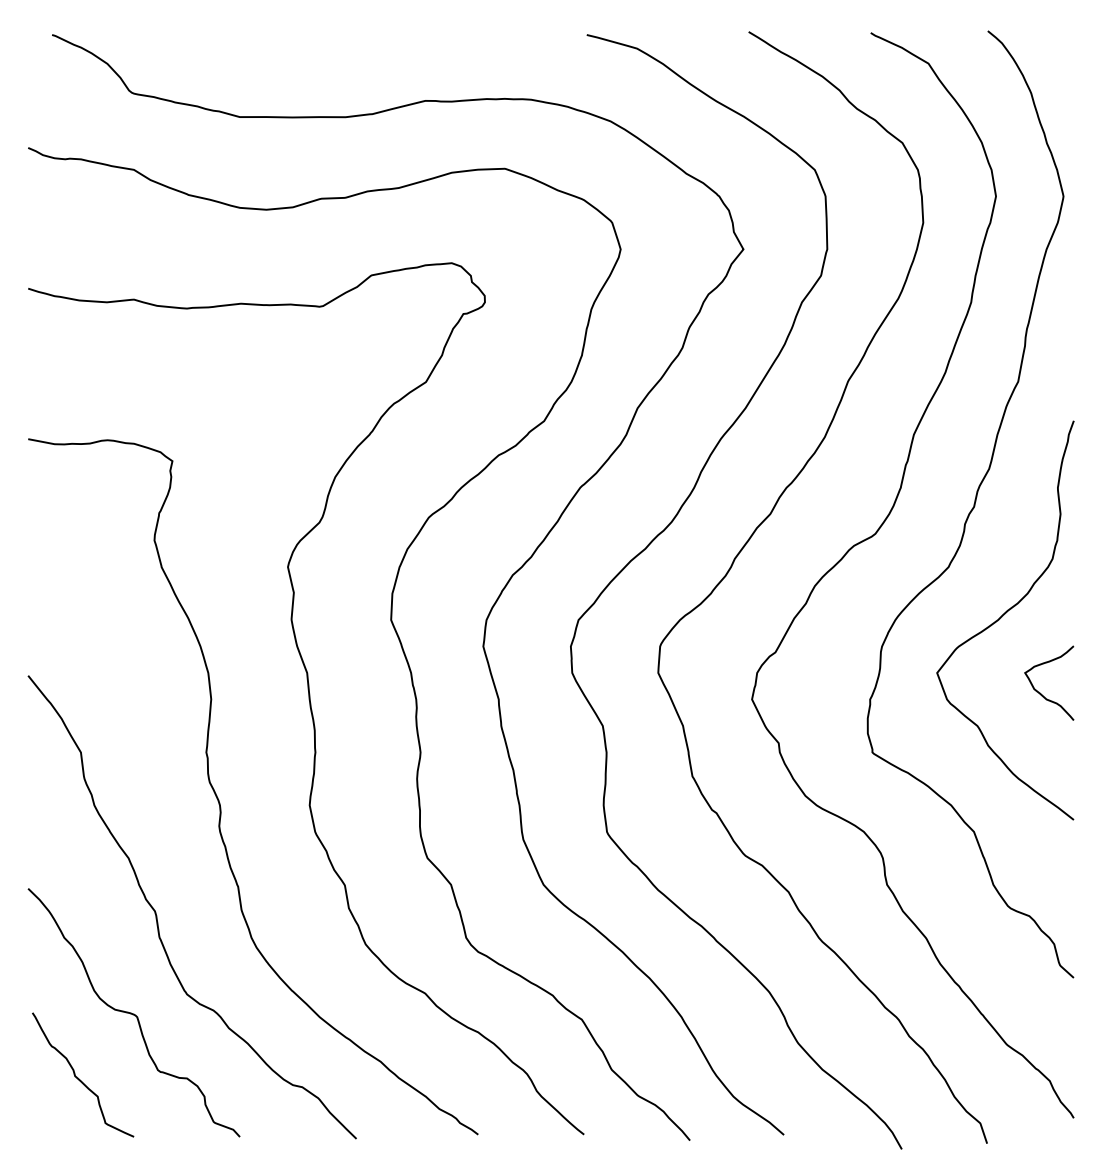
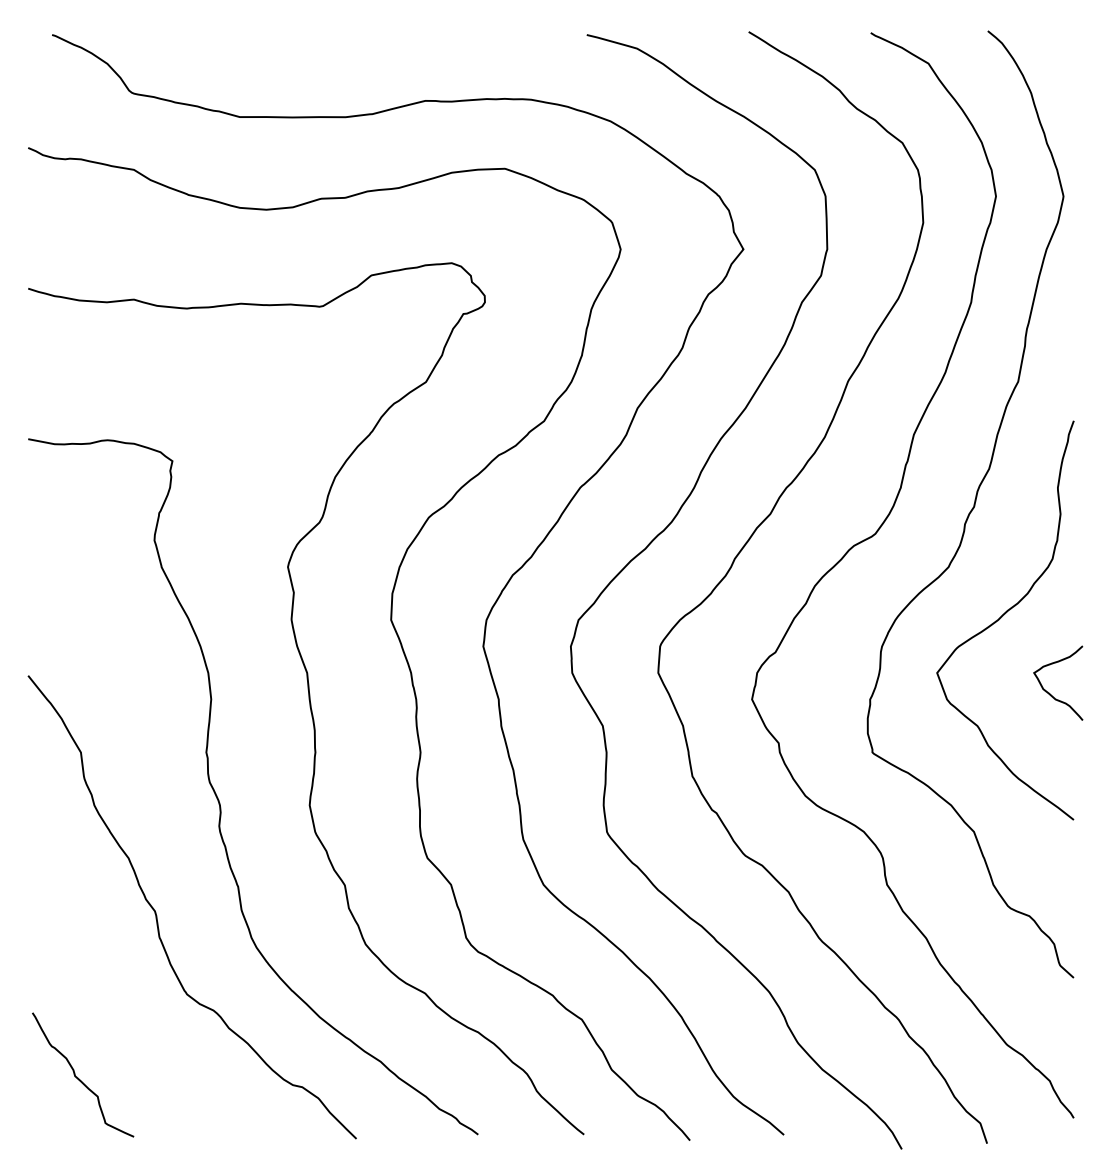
curve at (1040, 692) position: (1040, 692) -> (1049, 692)
curve at (133, 1013): present -> none
